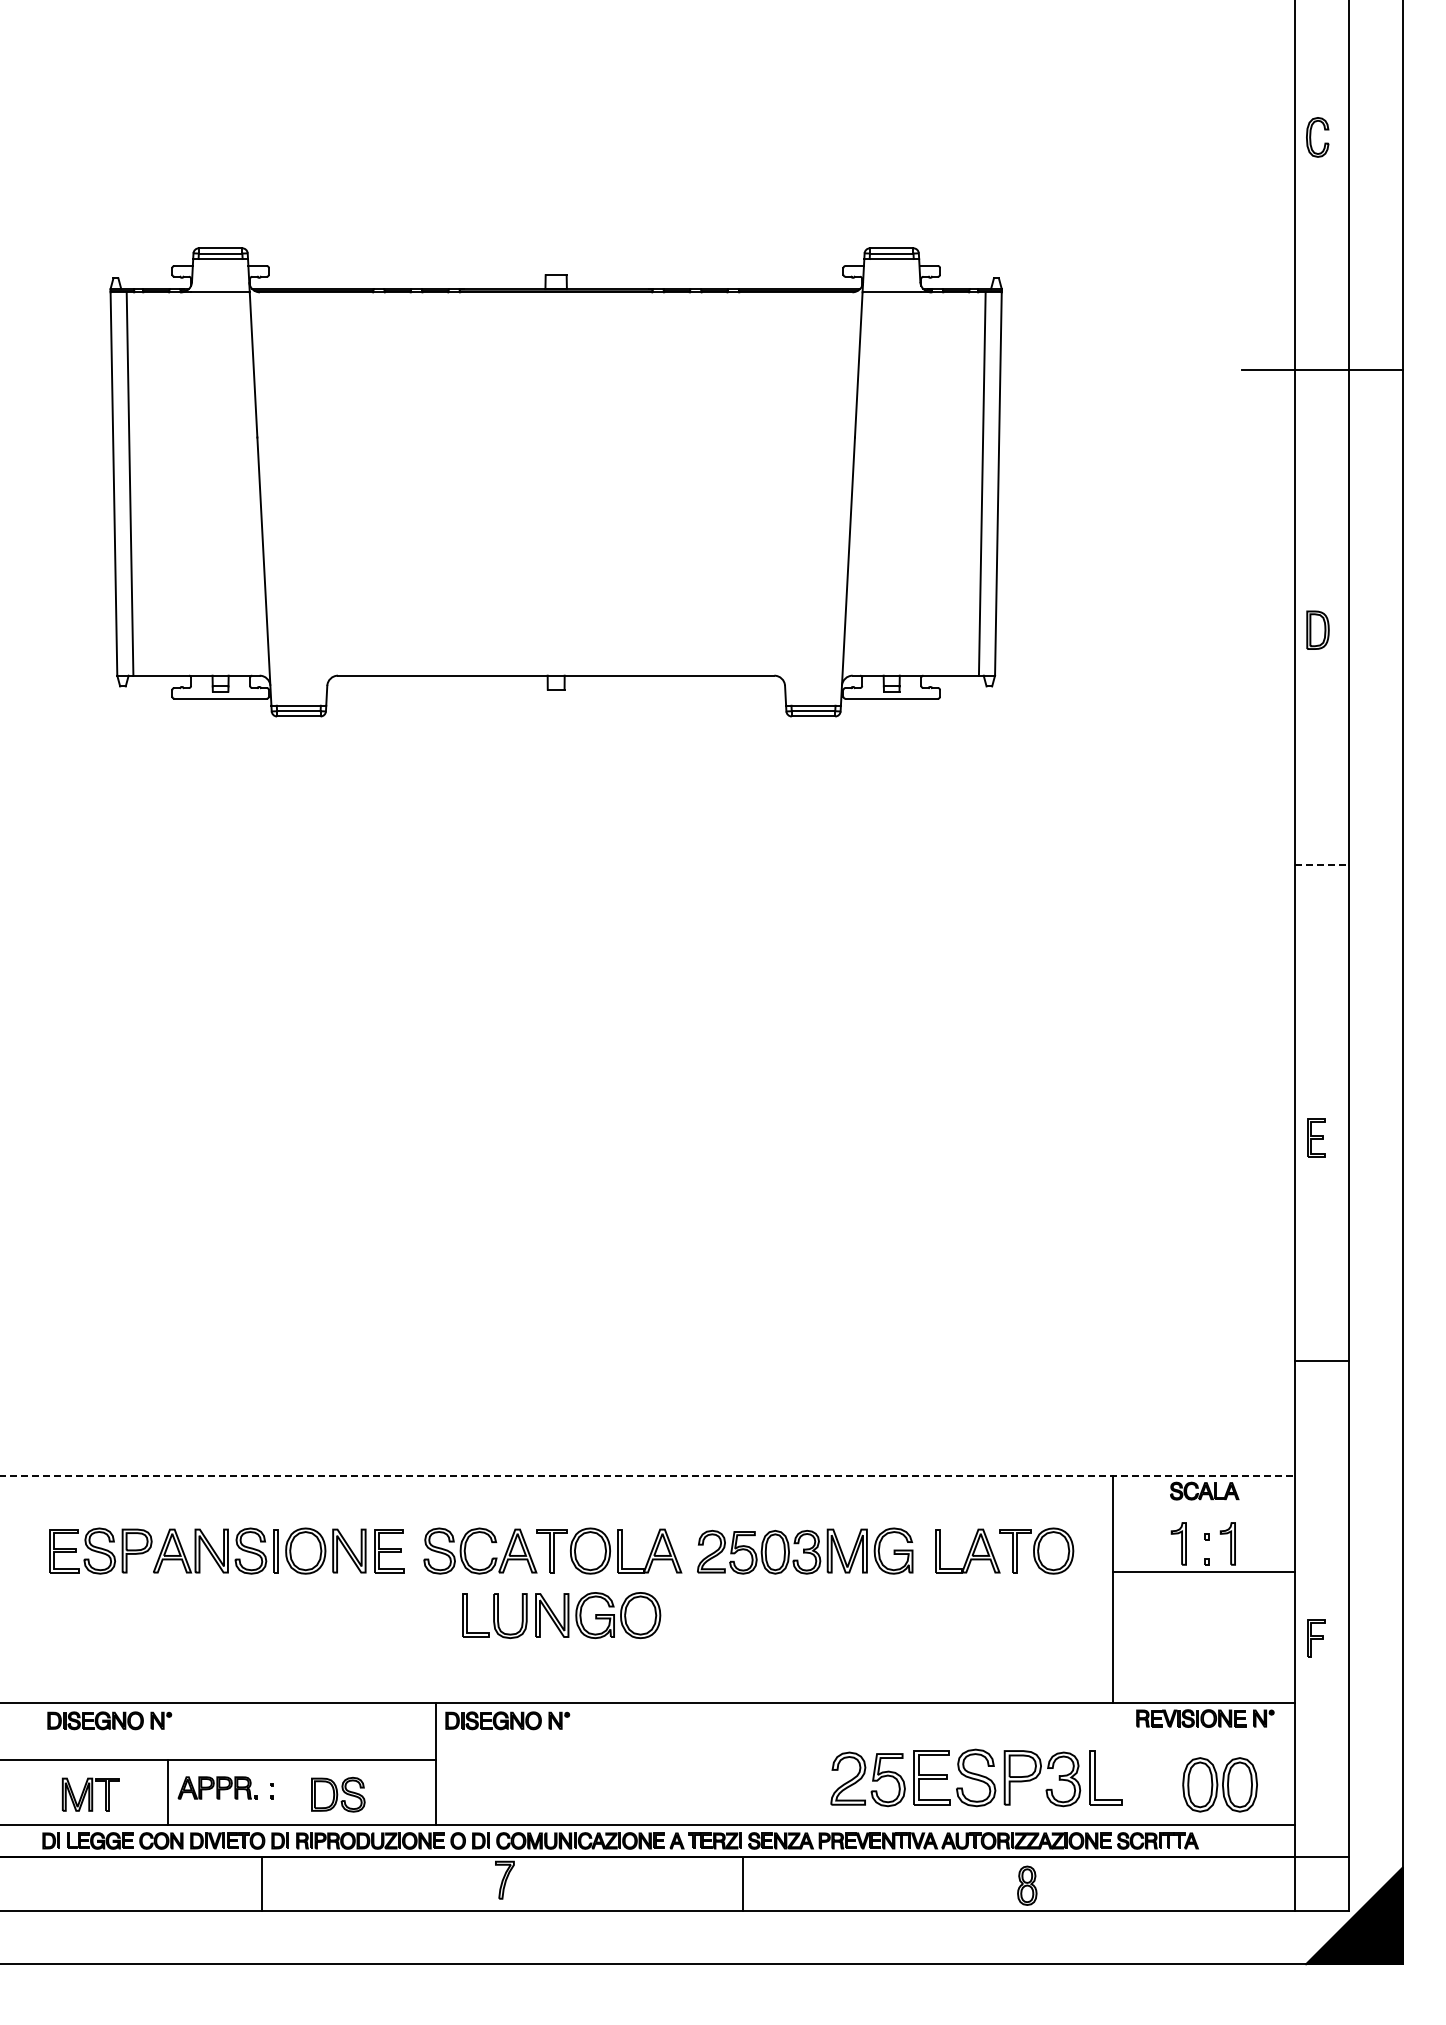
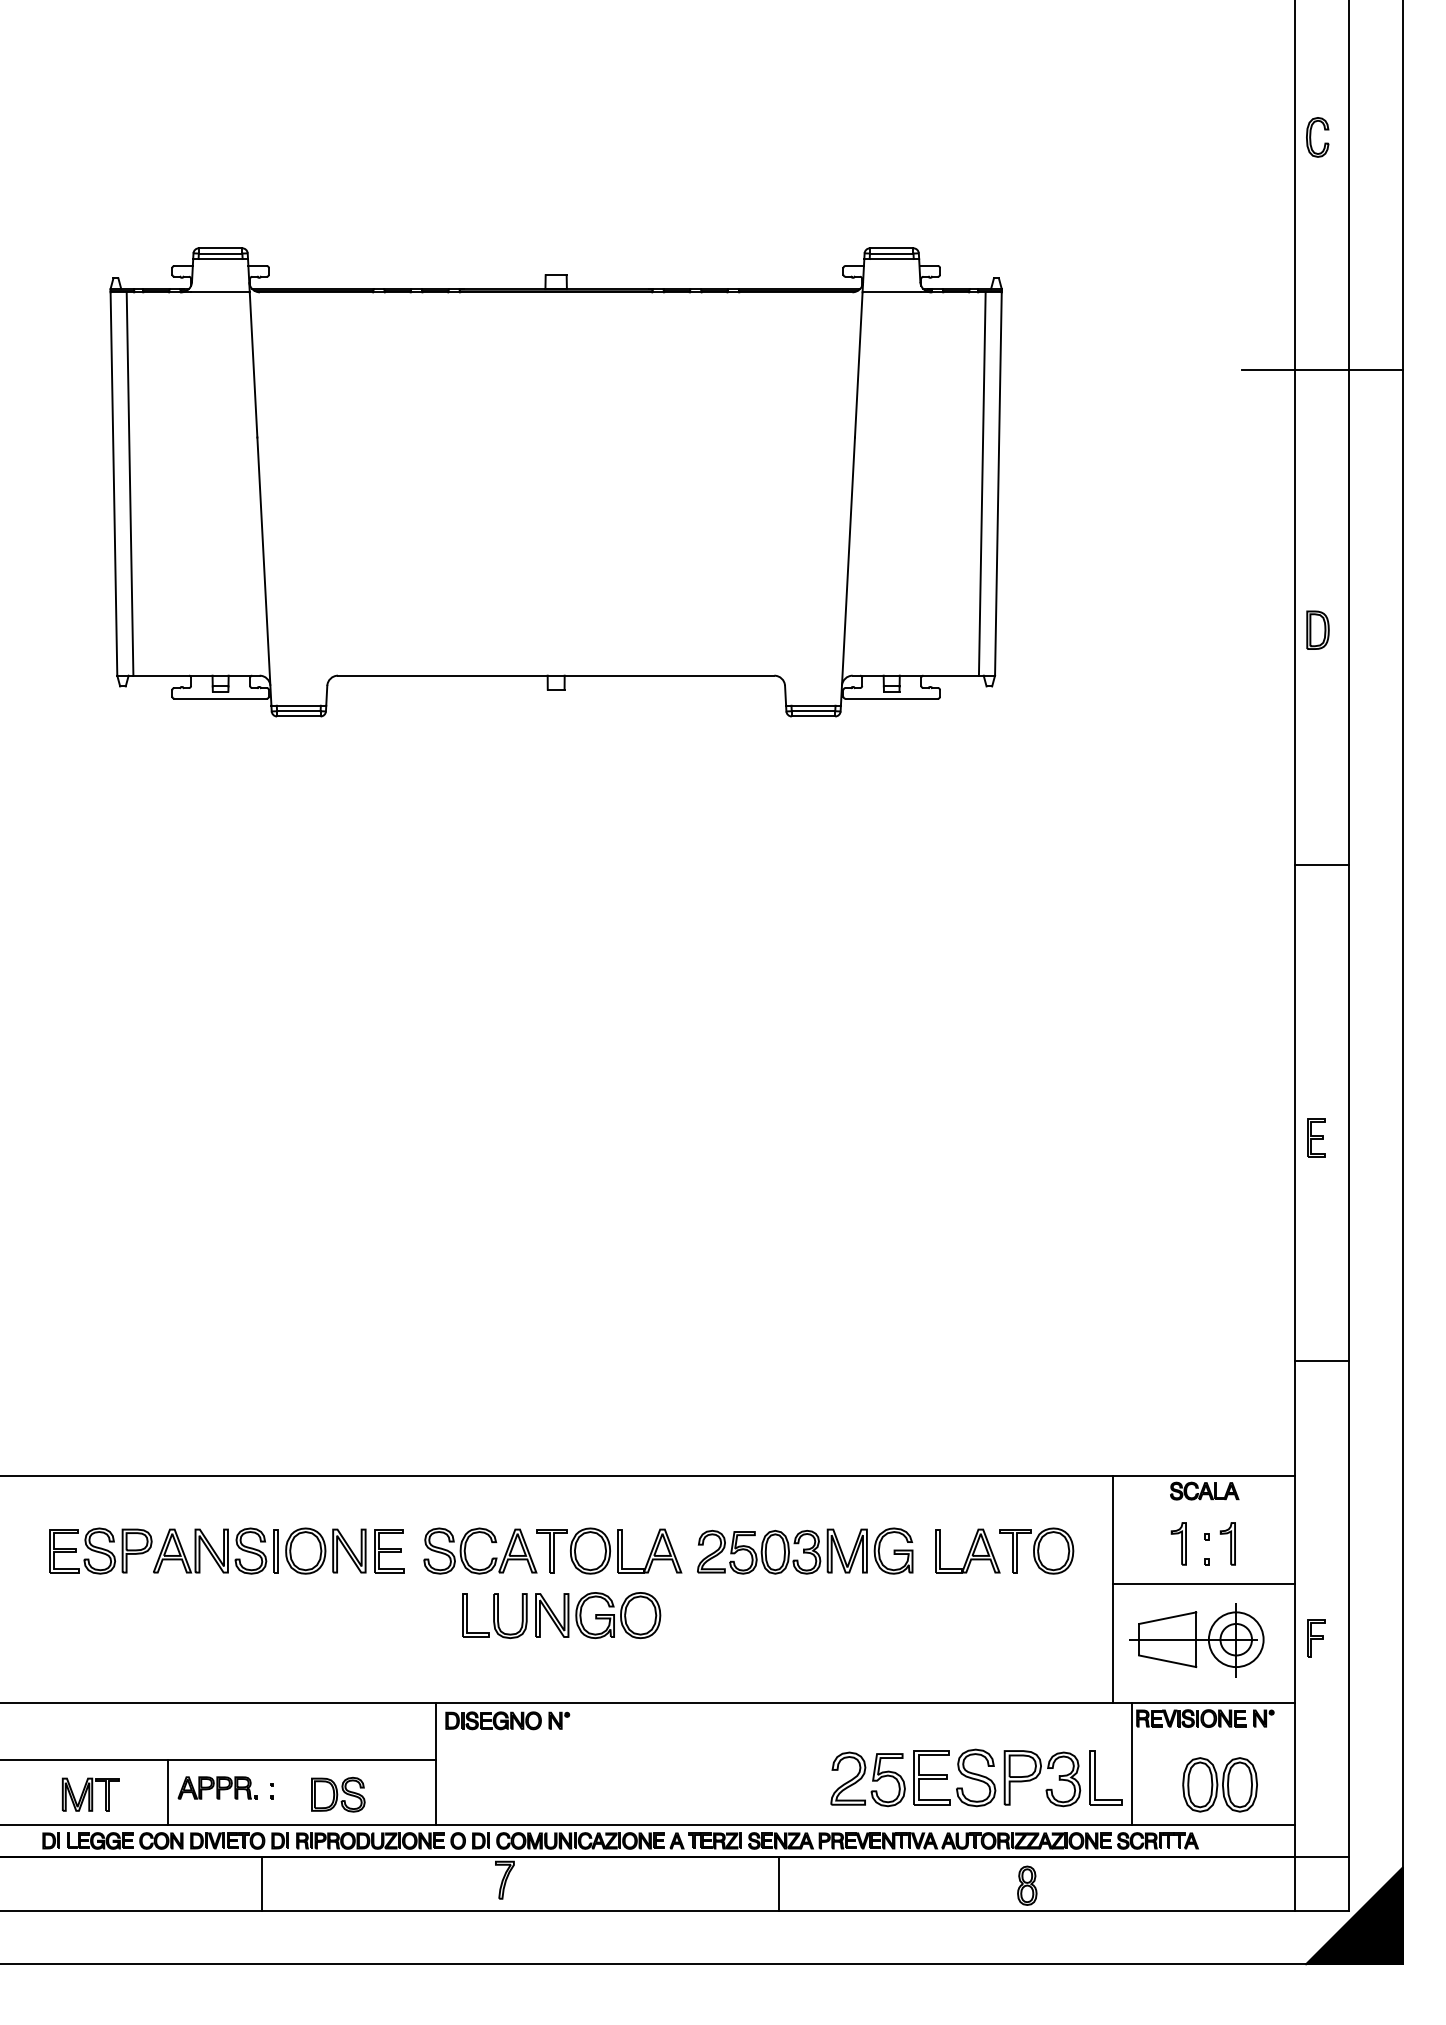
line at (1322, 865): dashed -> solid
line at (648, 1475): dashed -> solid
line at (1203, 1572) position: (1203, 1572) -> (1203, 1584)
part at (1196, 1640): none -> present
part at (109, 1720): present -> none
line at (1132, 1763): none -> present
line at (742, 1883) position: (742, 1883) -> (778, 1883)
